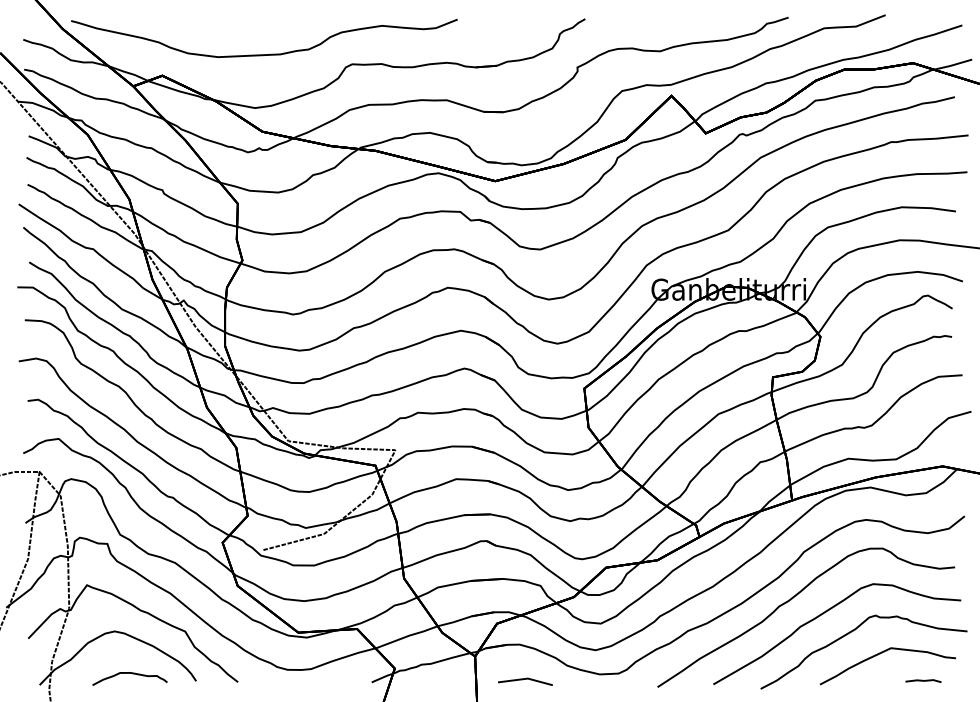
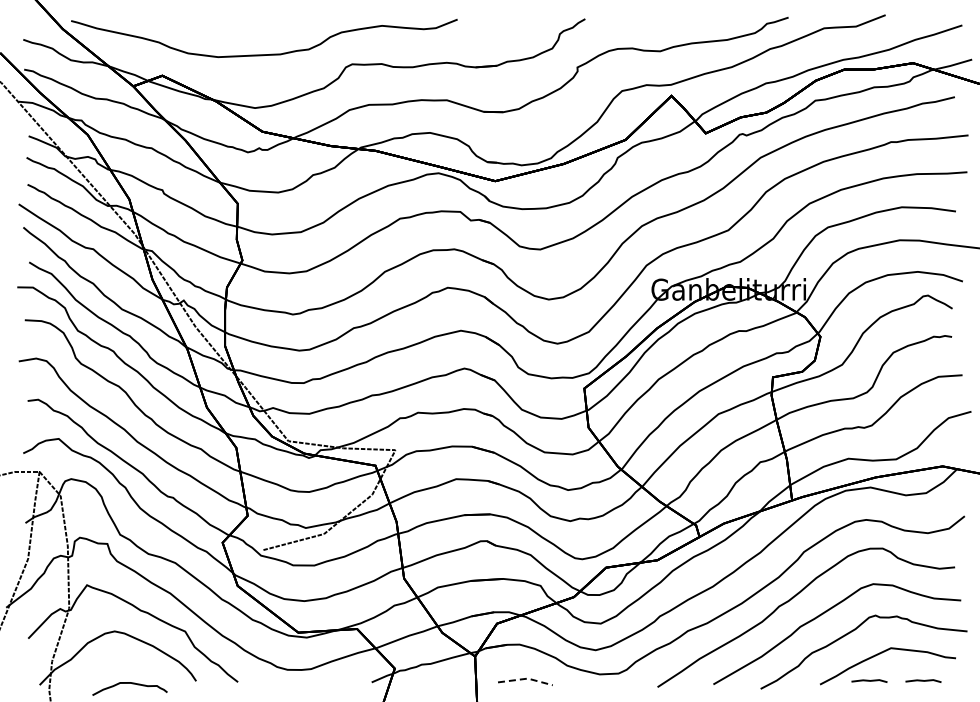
curve at (129, 673) position: (129, 673) -> (129, 683)
line at (526, 678): solid -> dashed
line at (869, 680): none -> present
